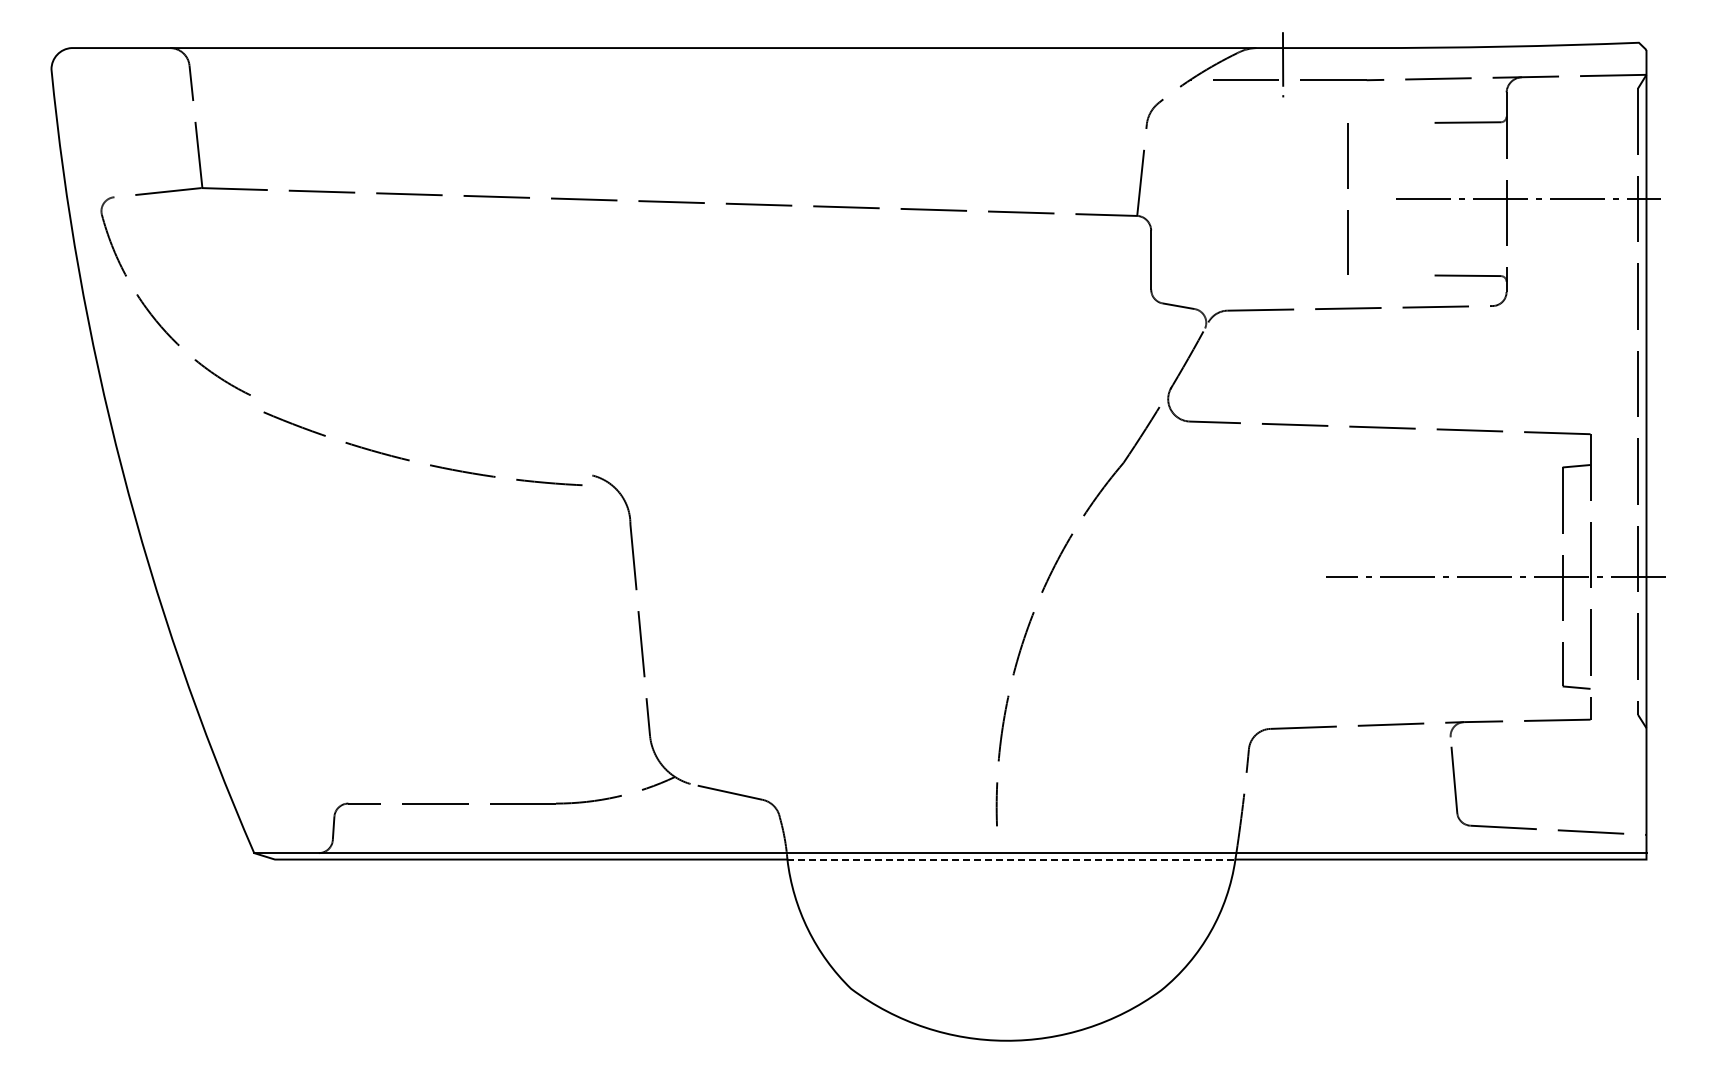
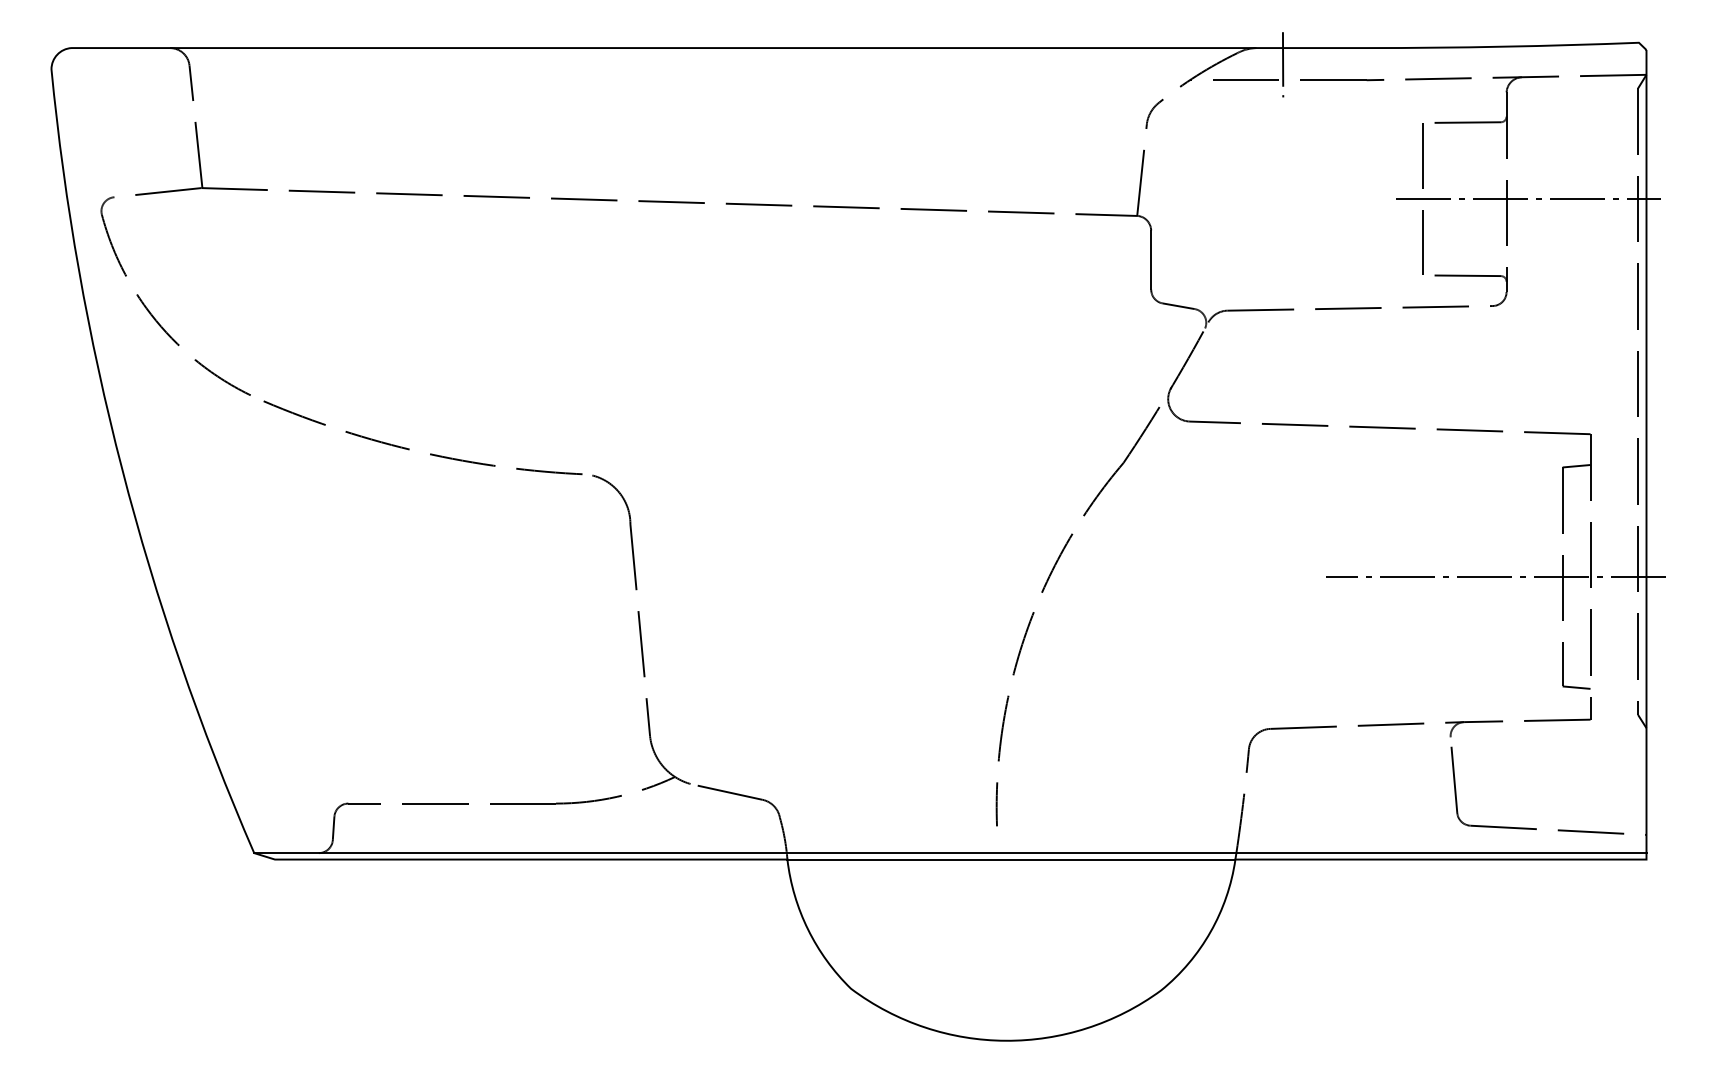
line at (1347, 188) position: (1347, 188) -> (1422, 188)
arc at (409, 459) position: (409, 459) -> (409, 448)
line at (1011, 859): dashed -> solid
